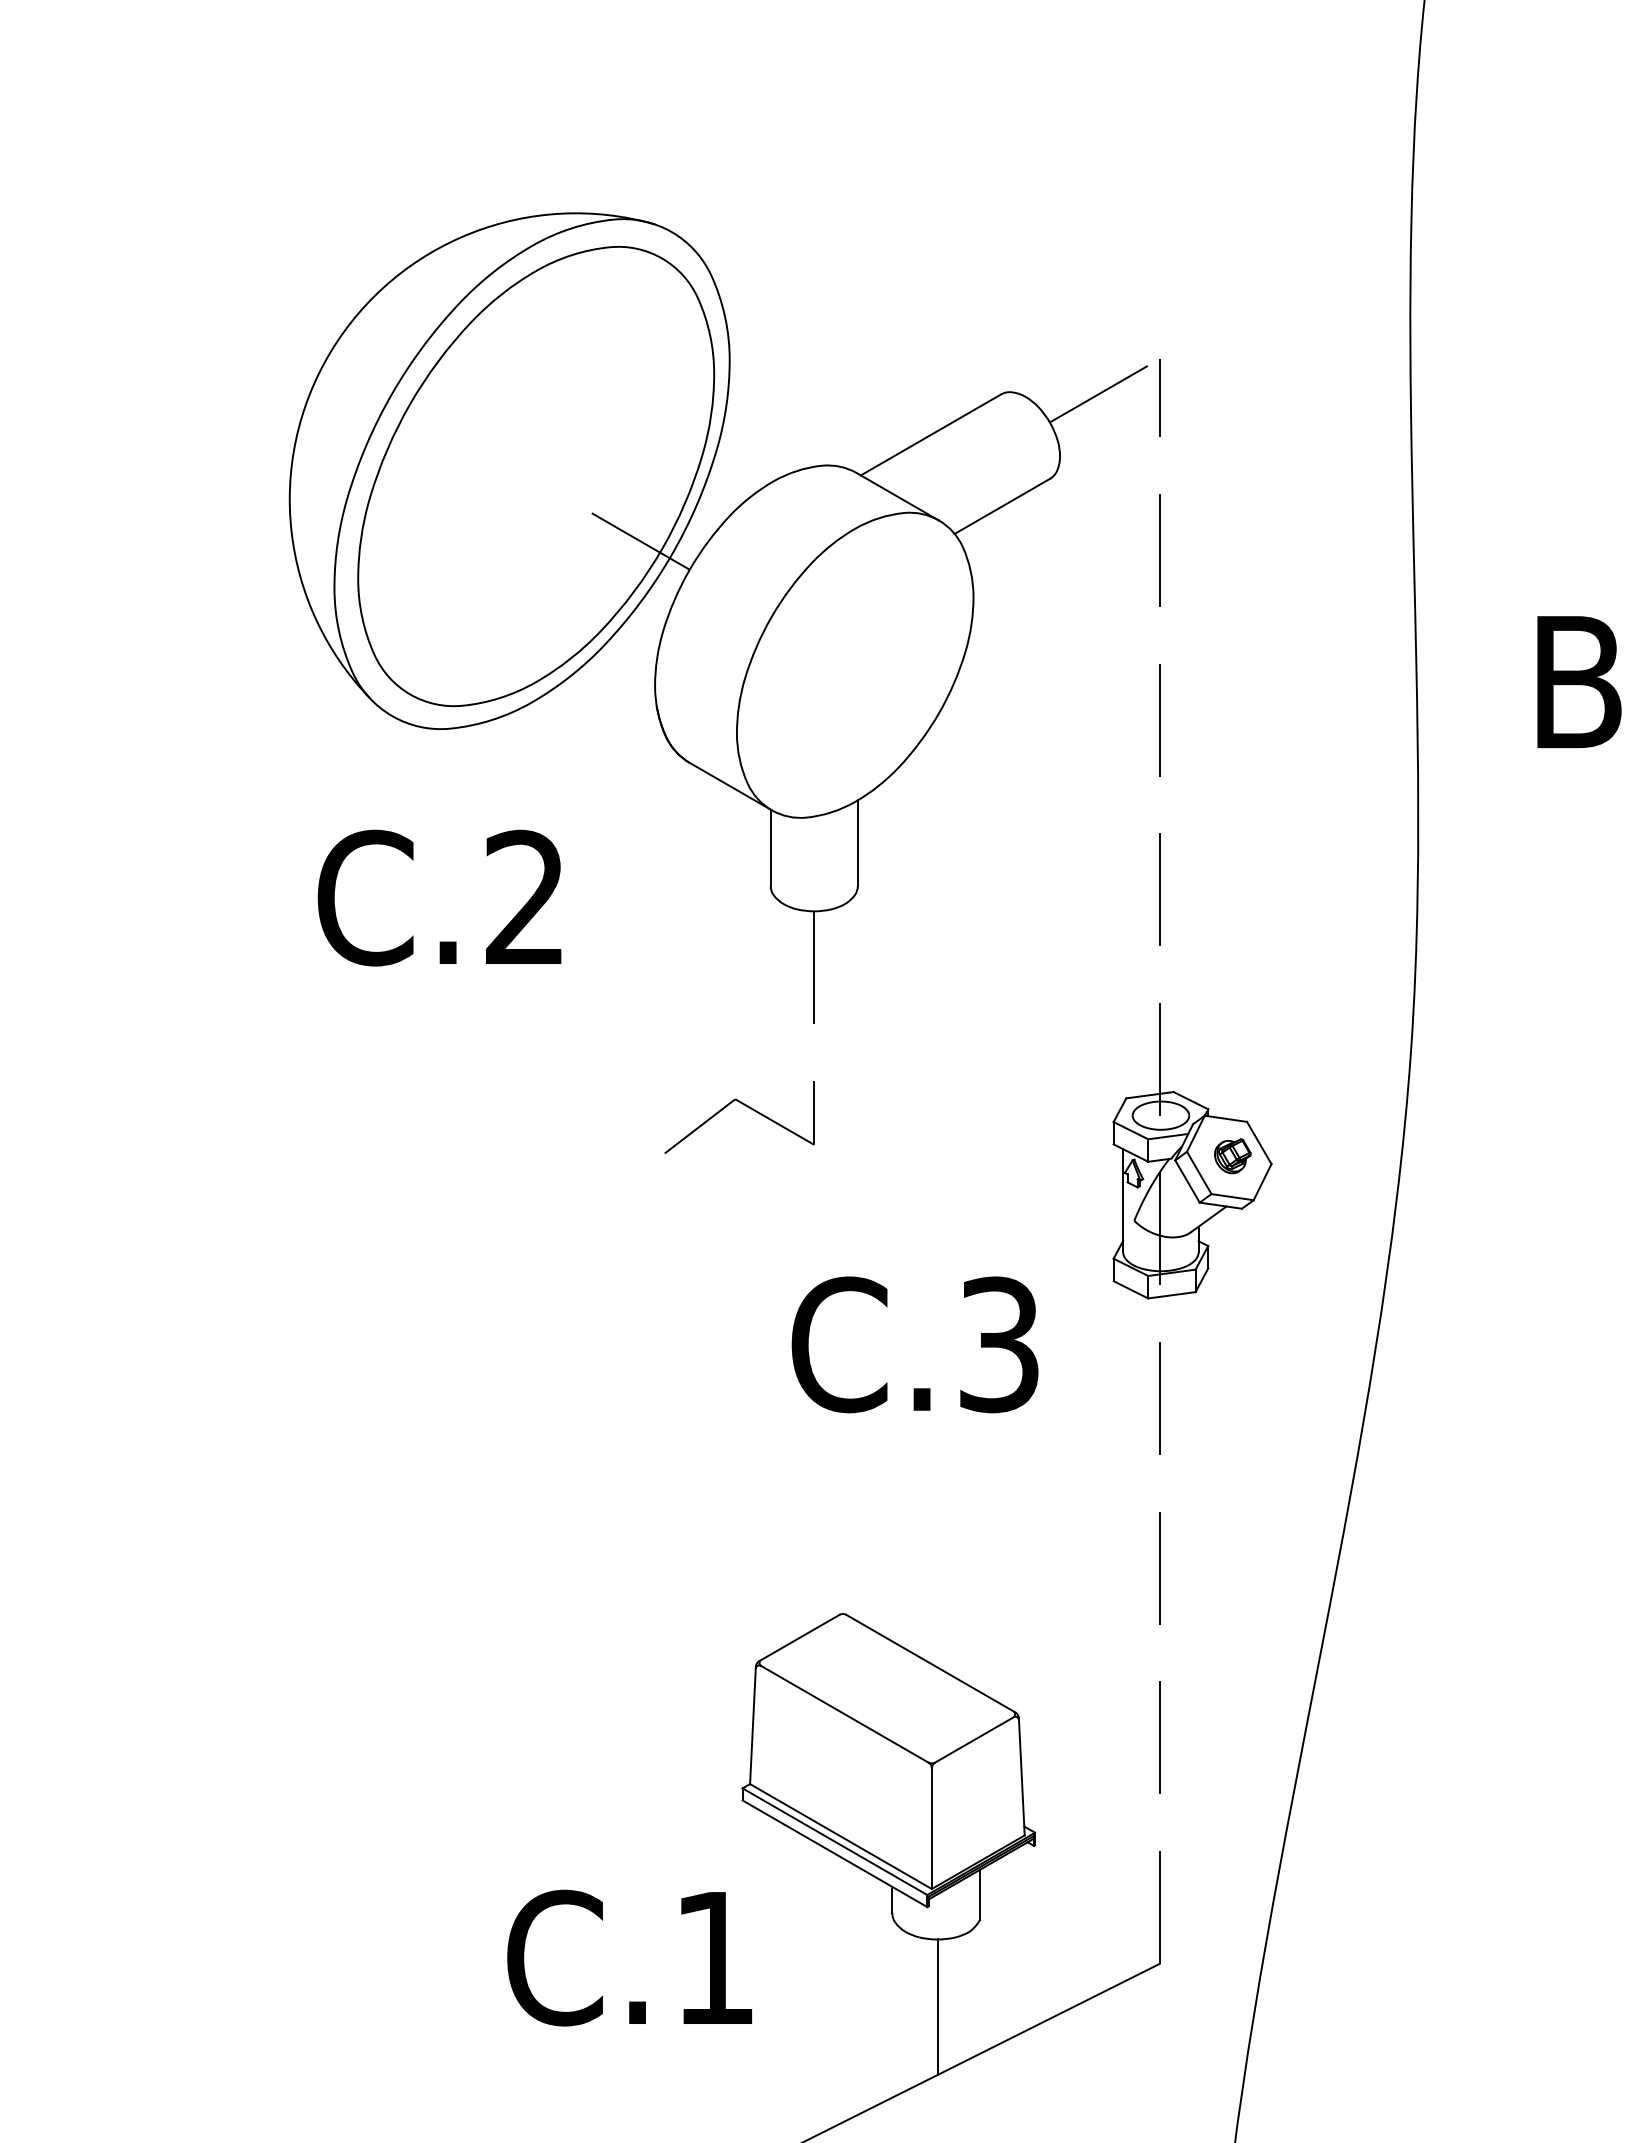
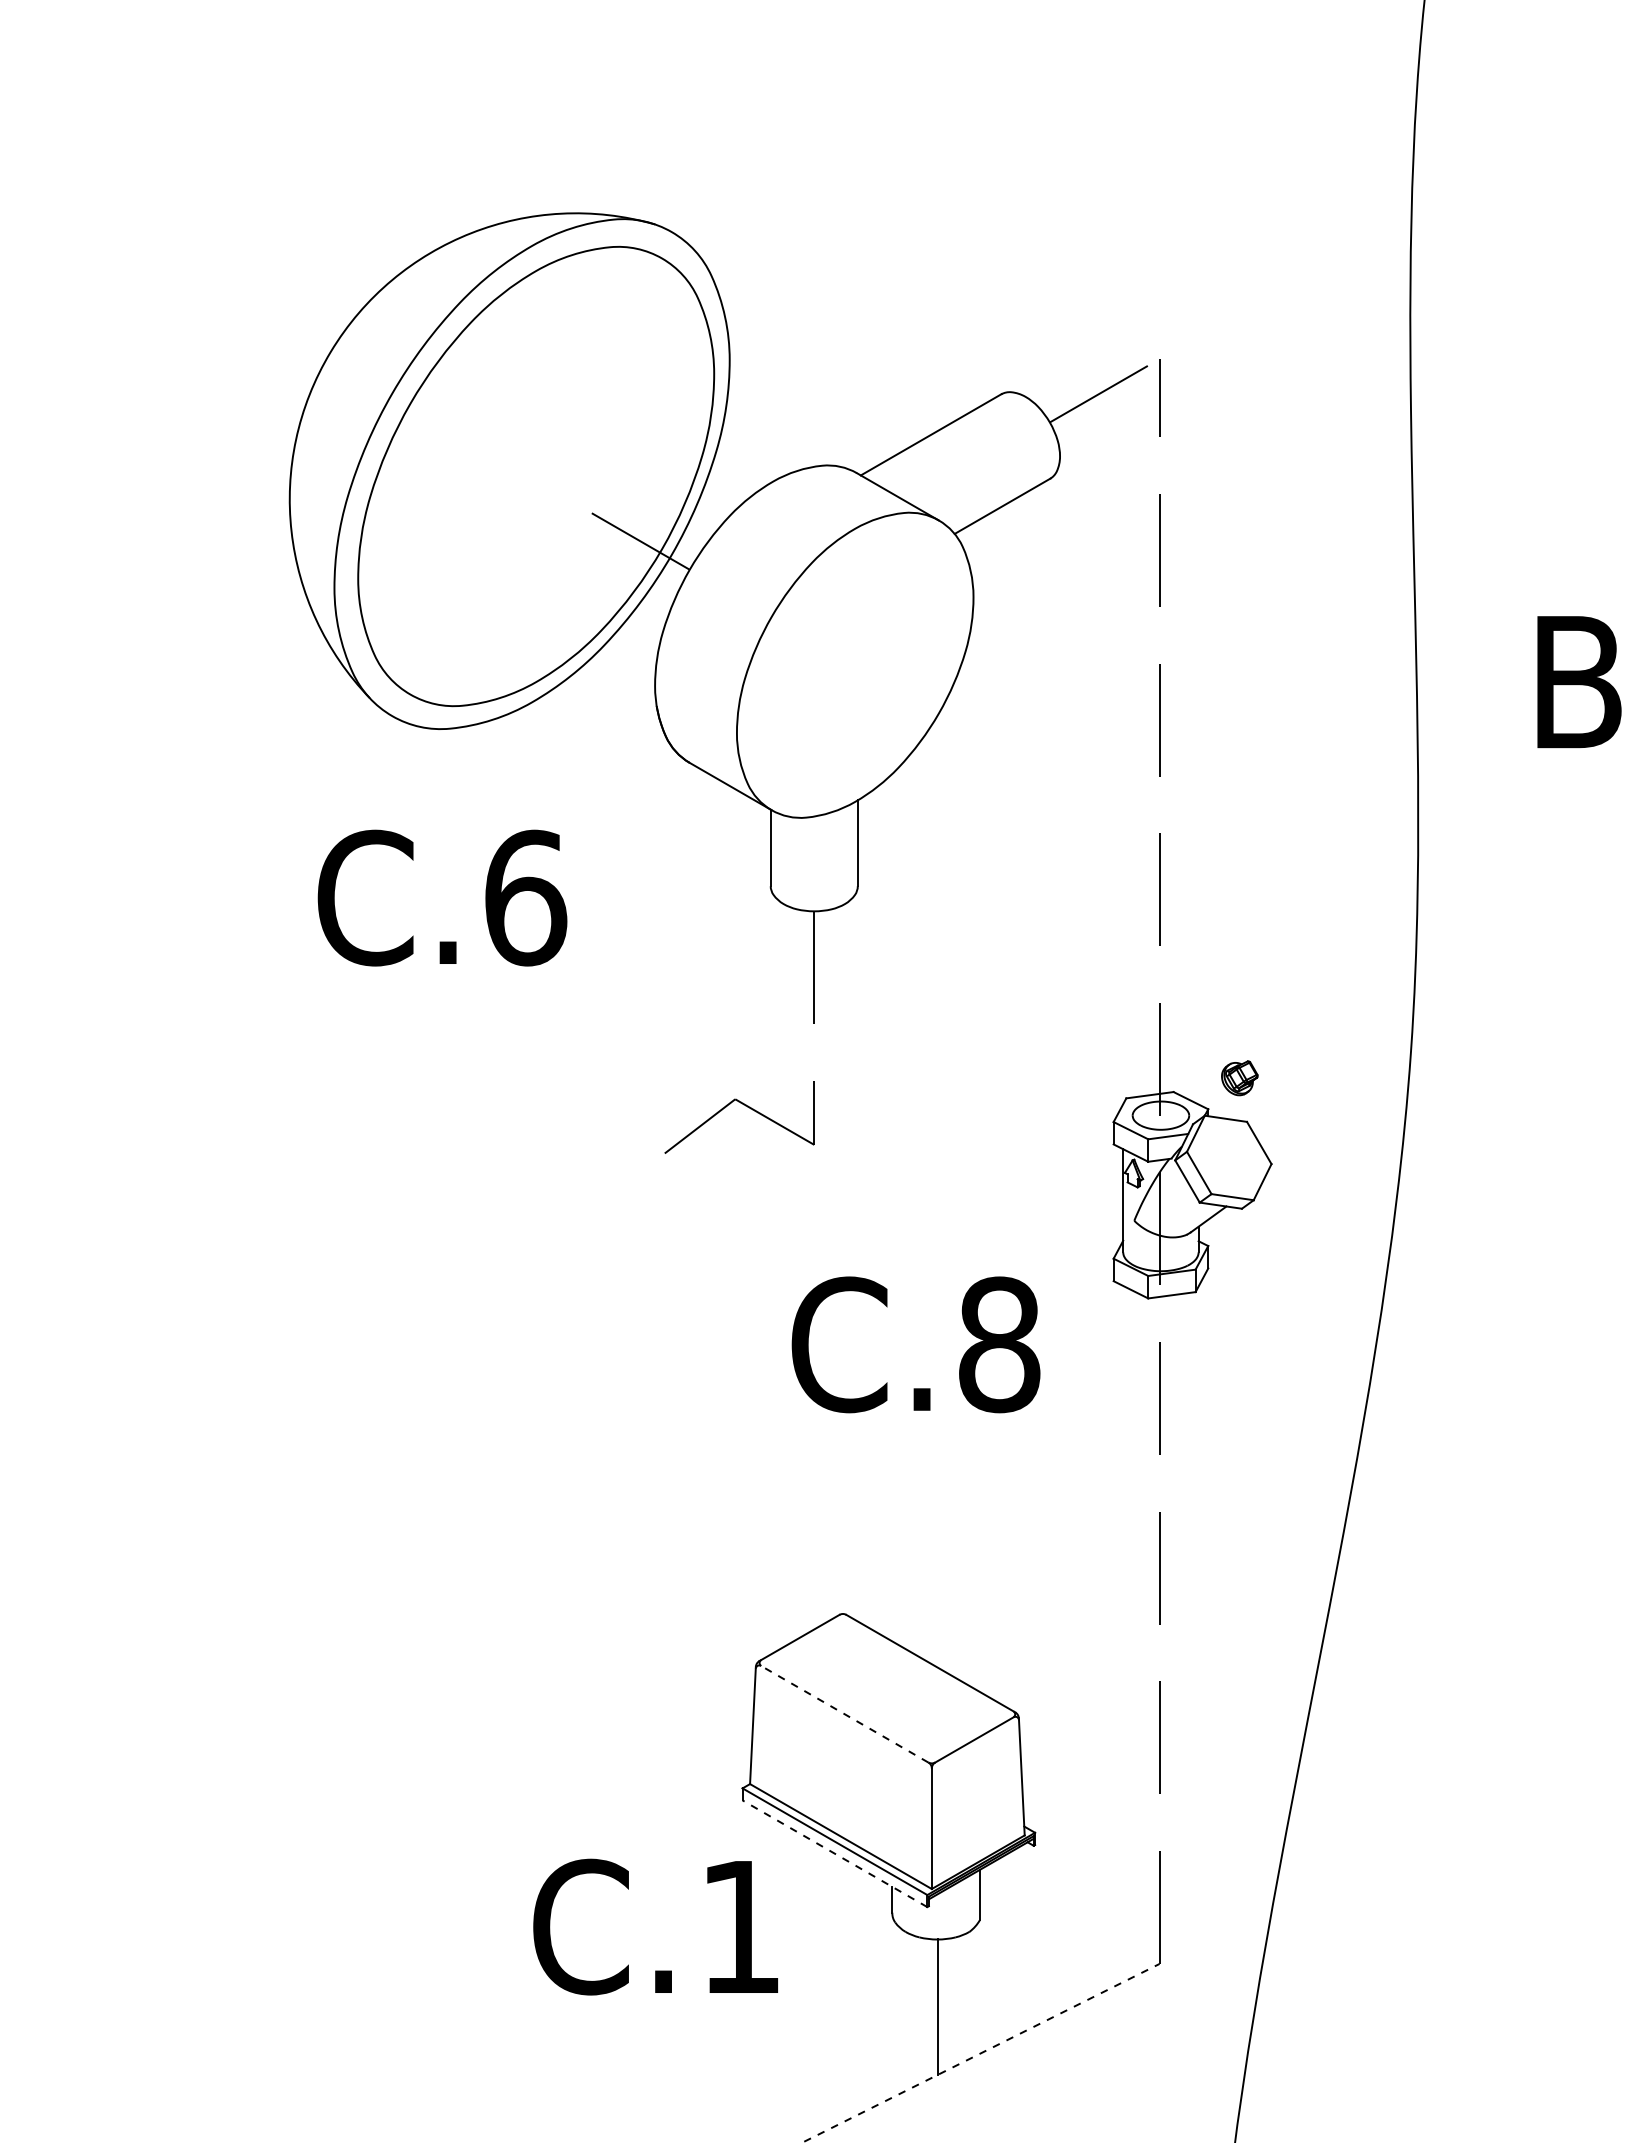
text at (526, 897): C.2 -> C.6
part at (1232, 1156) position: (1232, 1156) -> (1239, 1078)
text at (999, 1344): C.3 -> C.8
line at (844, 1714): solid -> dashed
line at (834, 1853): solid -> dashed
text at (629, 1957) position: (629, 1957) -> (655, 1926)
line at (980, 2053): solid -> dashed
